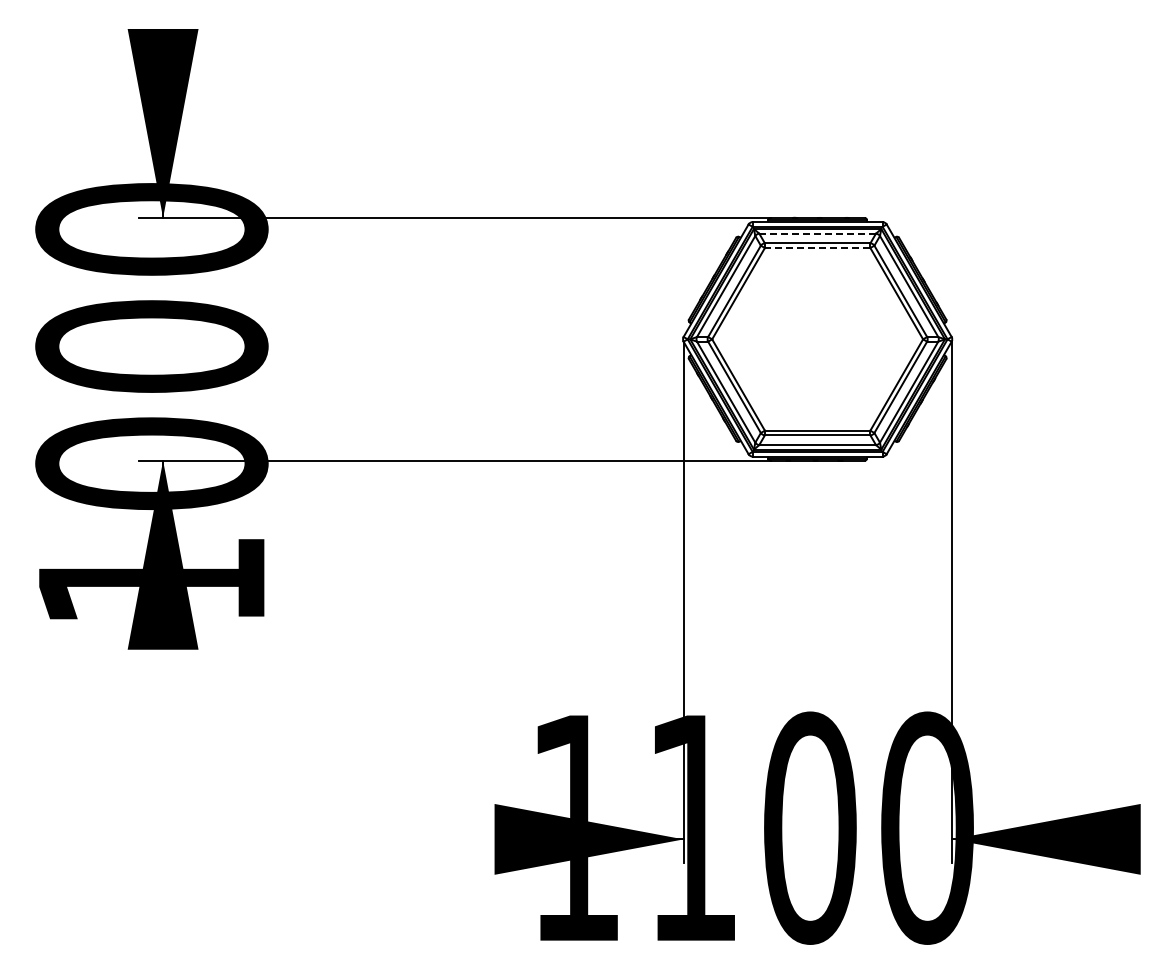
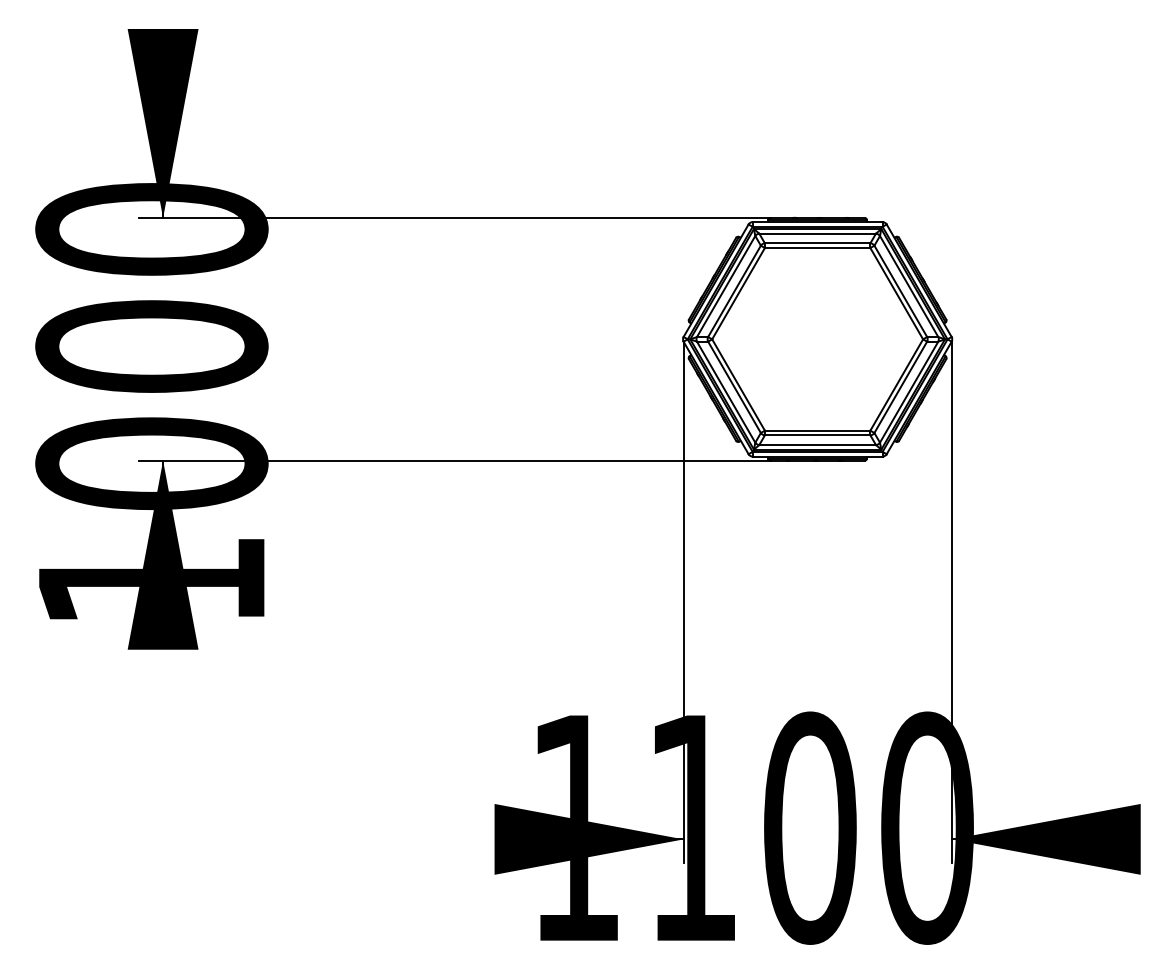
line at (817, 233): dashed -> solid
line at (817, 248): dashed -> solid
